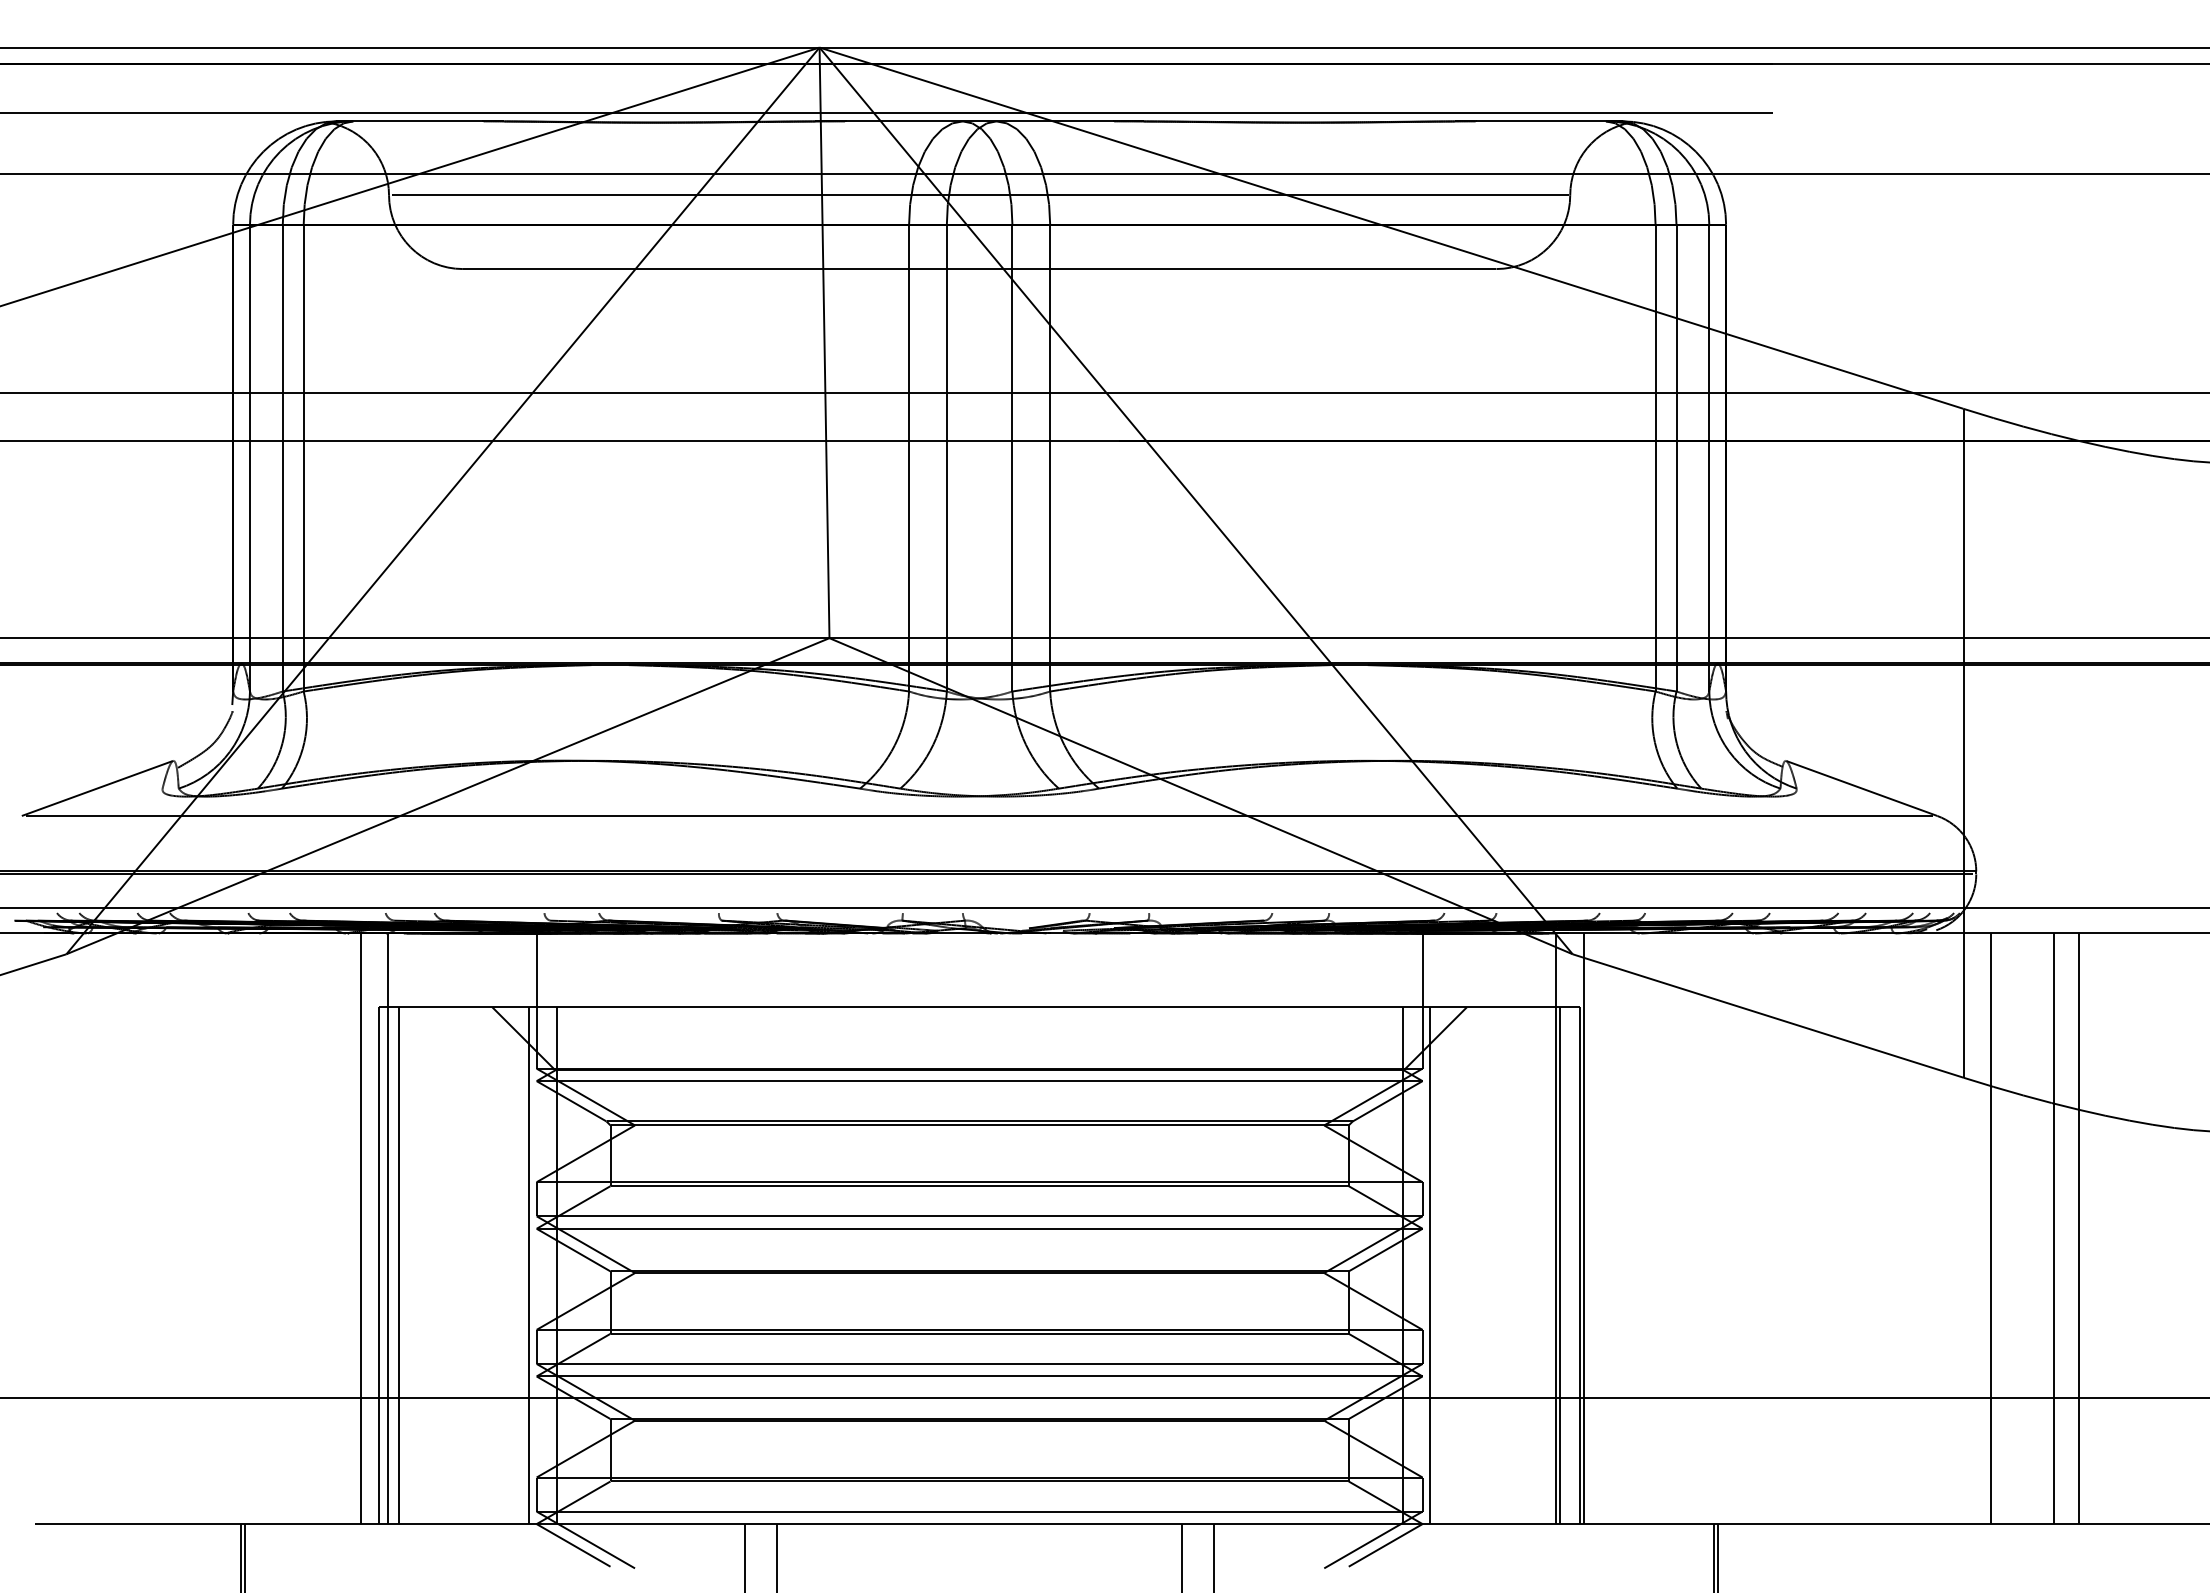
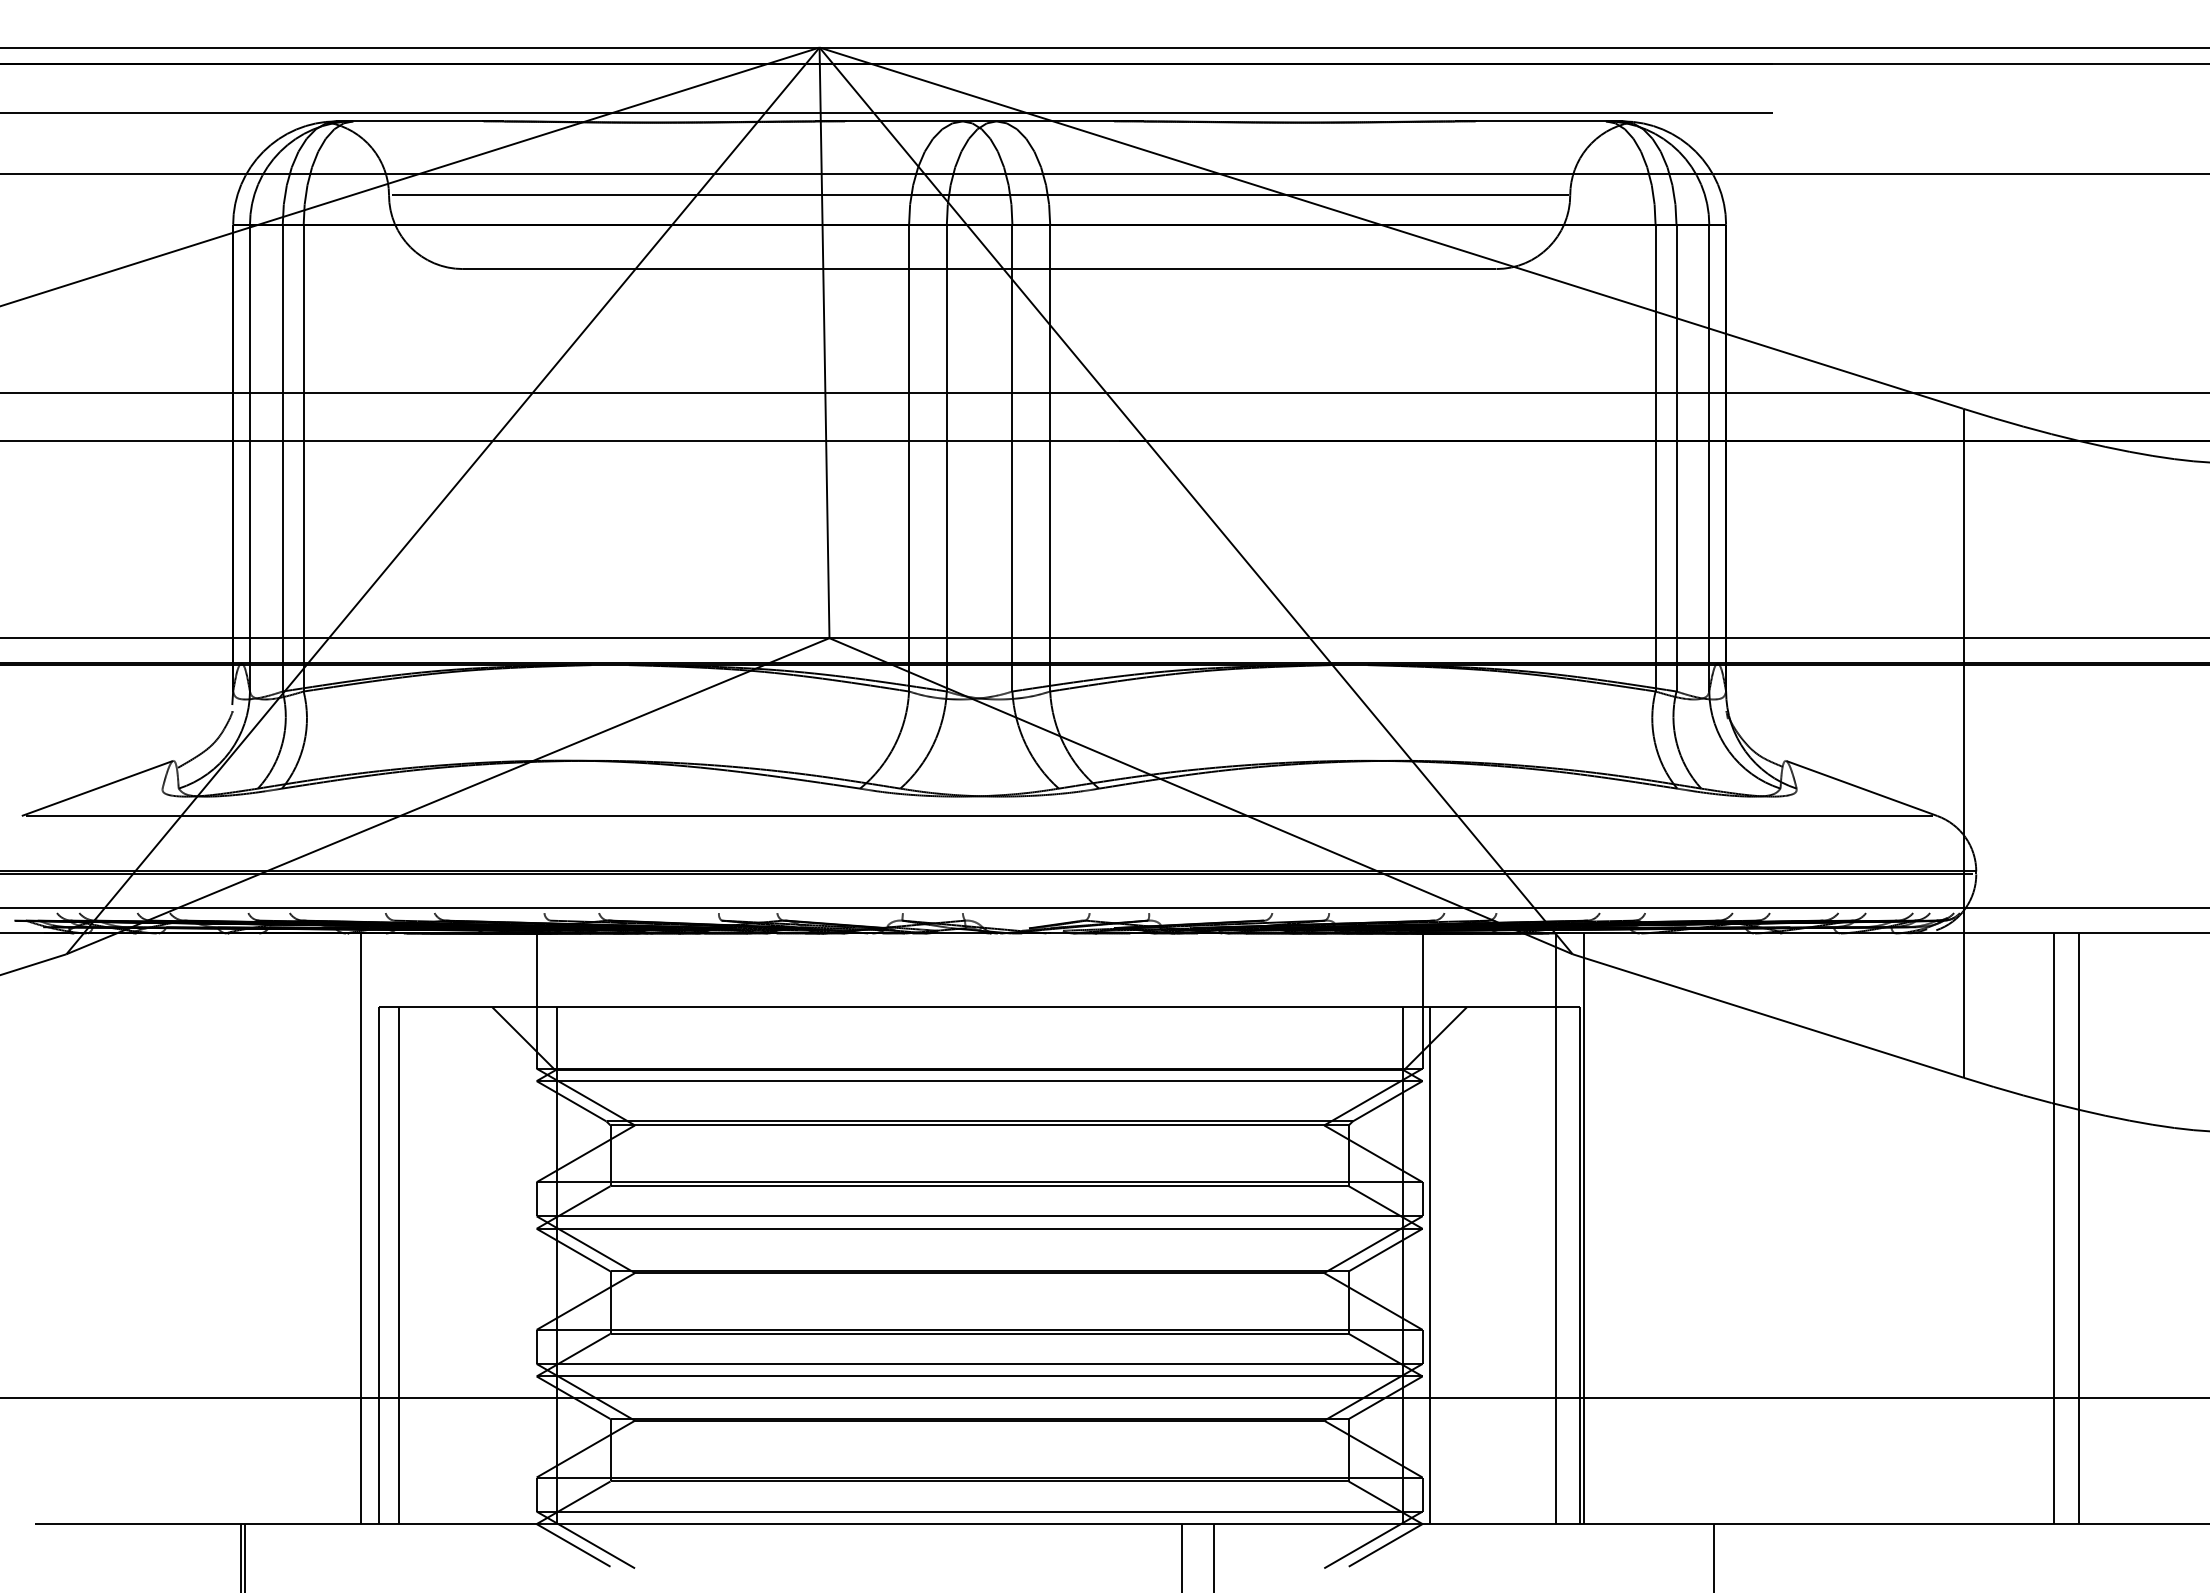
line at (387, 1228): present -> none
line at (1991, 1228): present -> none
line at (529, 1265): present -> none
line at (1560, 1265): present -> none
line at (745, 1556): present -> none
line at (777, 1556): present -> none
line at (1717, 1556): present -> none
